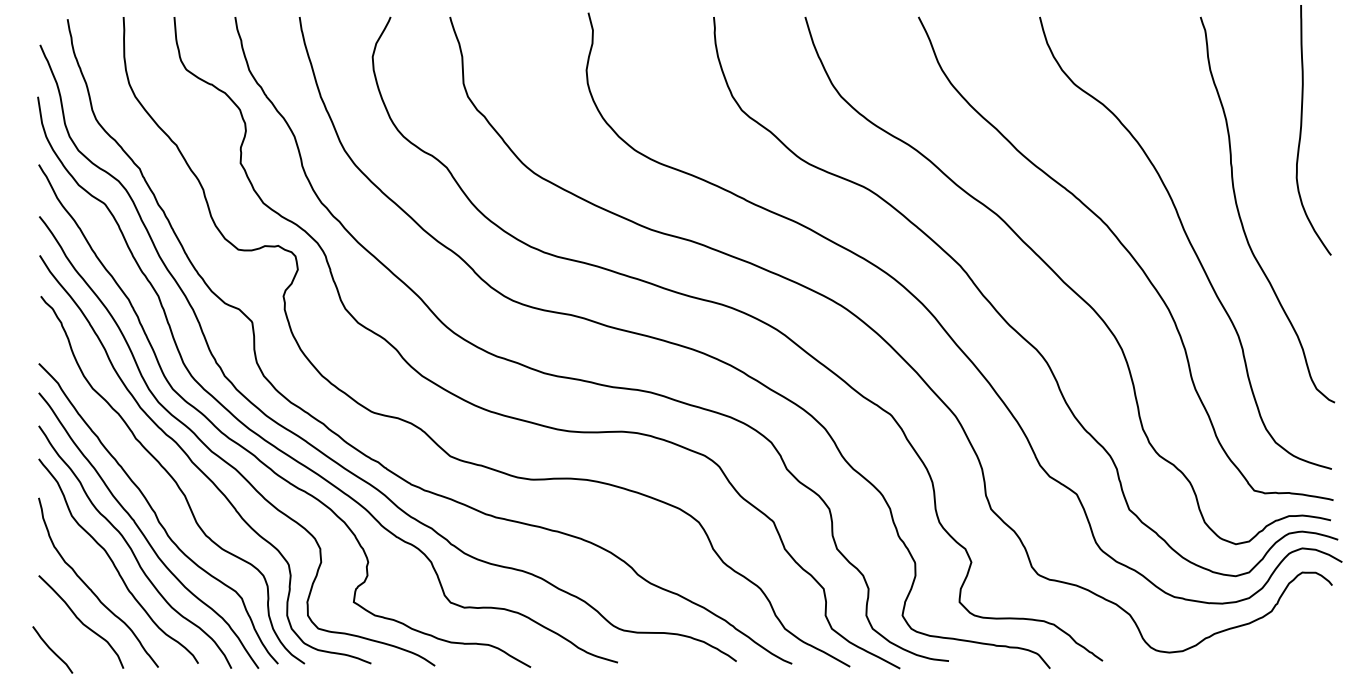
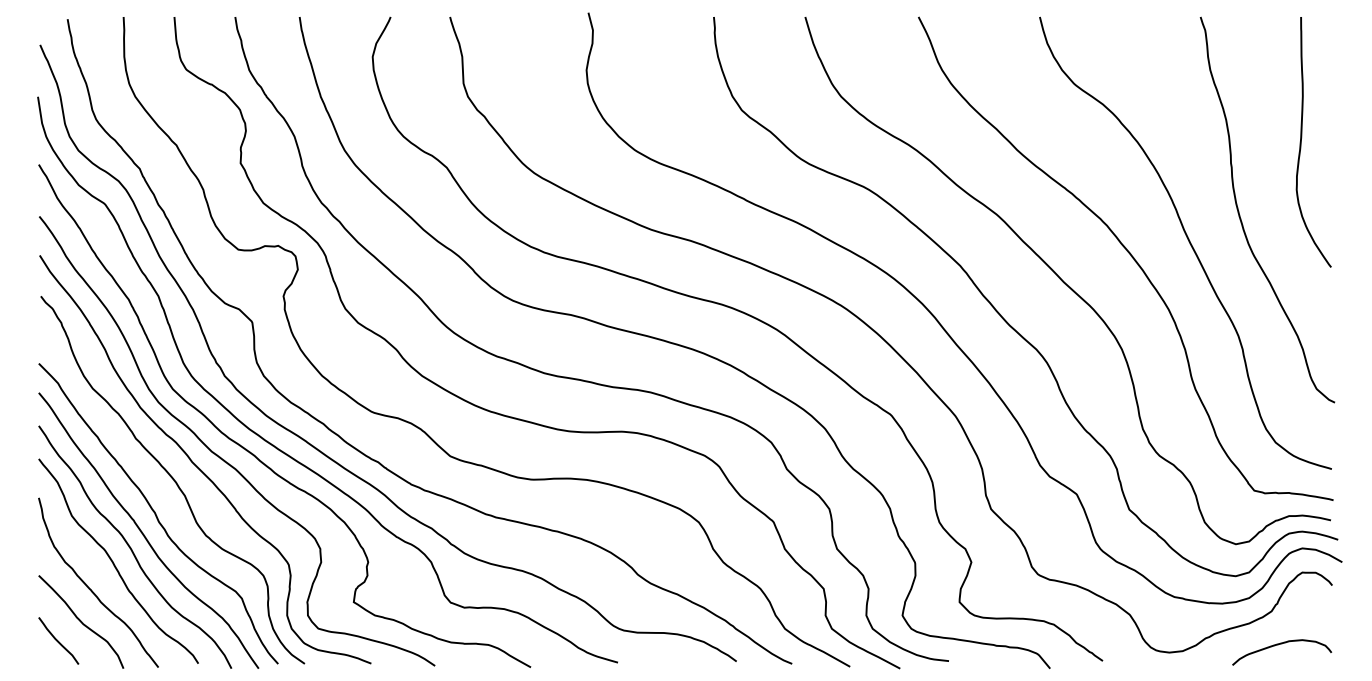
curve at (1301, 130) position: (1301, 130) -> (1301, 142)
curve at (1282, 644): none -> present
curve at (52, 649) position: (52, 649) -> (58, 640)
